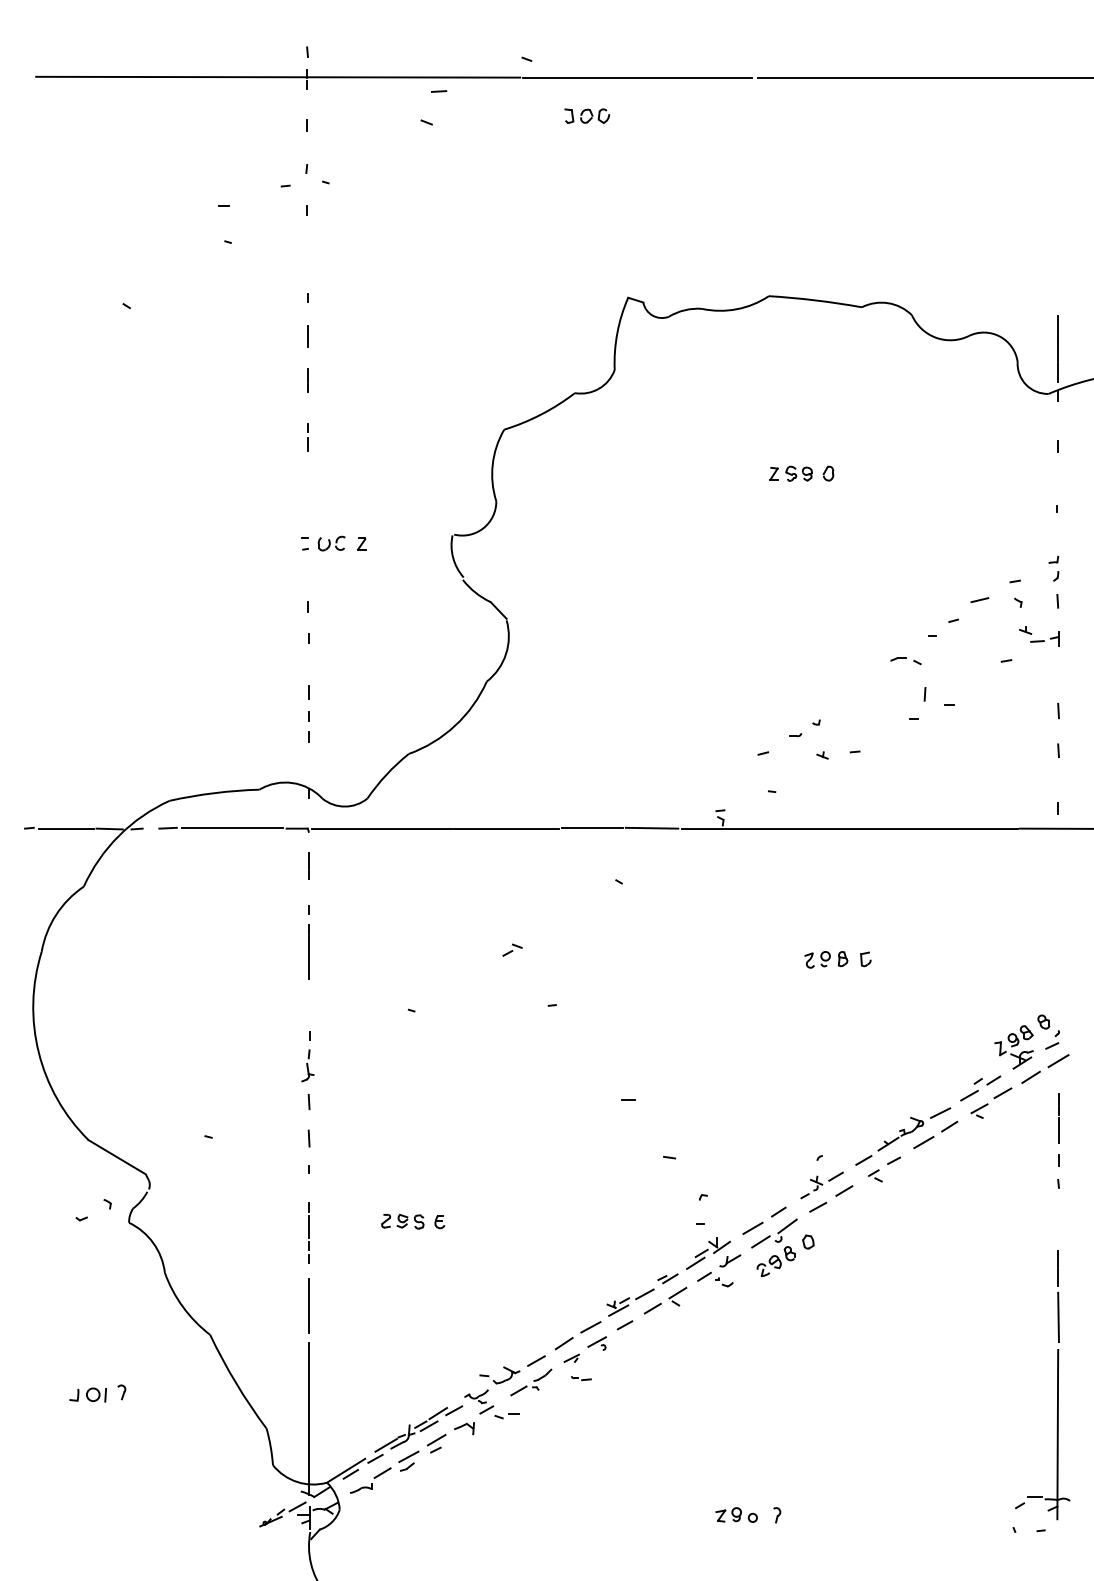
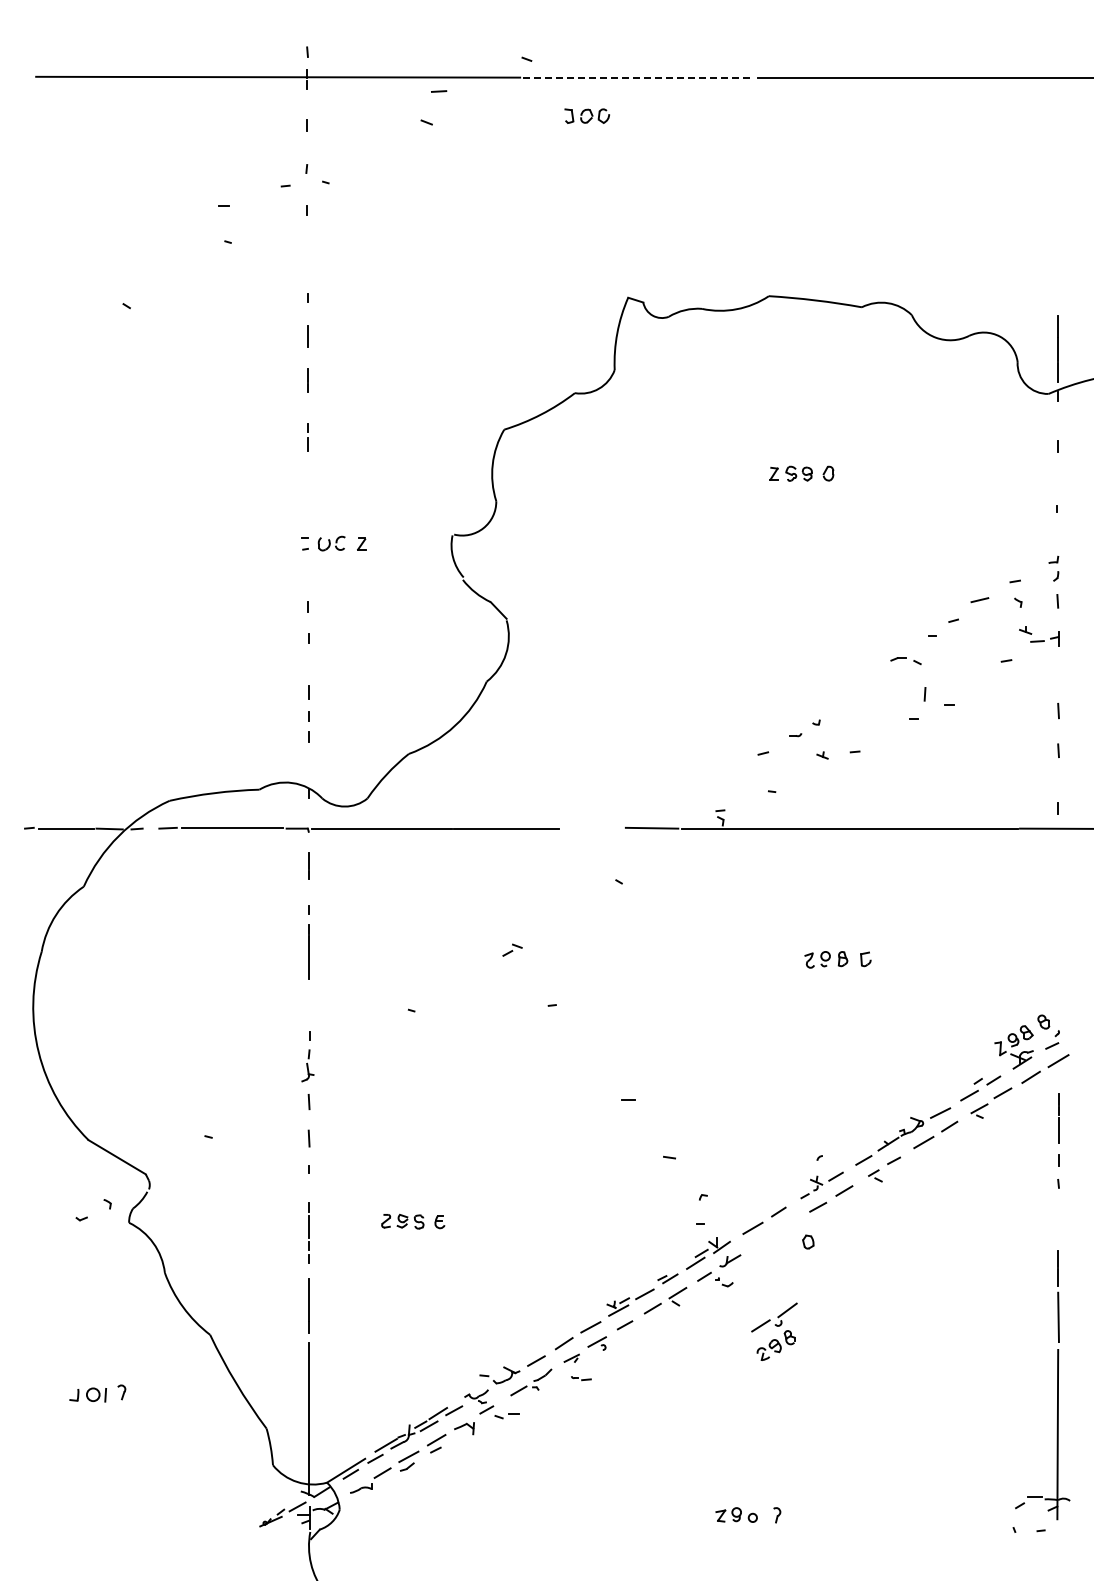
line at (638, 77): solid -> dashed
line at (592, 827): present -> none
part at (774, 1247) position: (774, 1247) -> (774, 1331)
